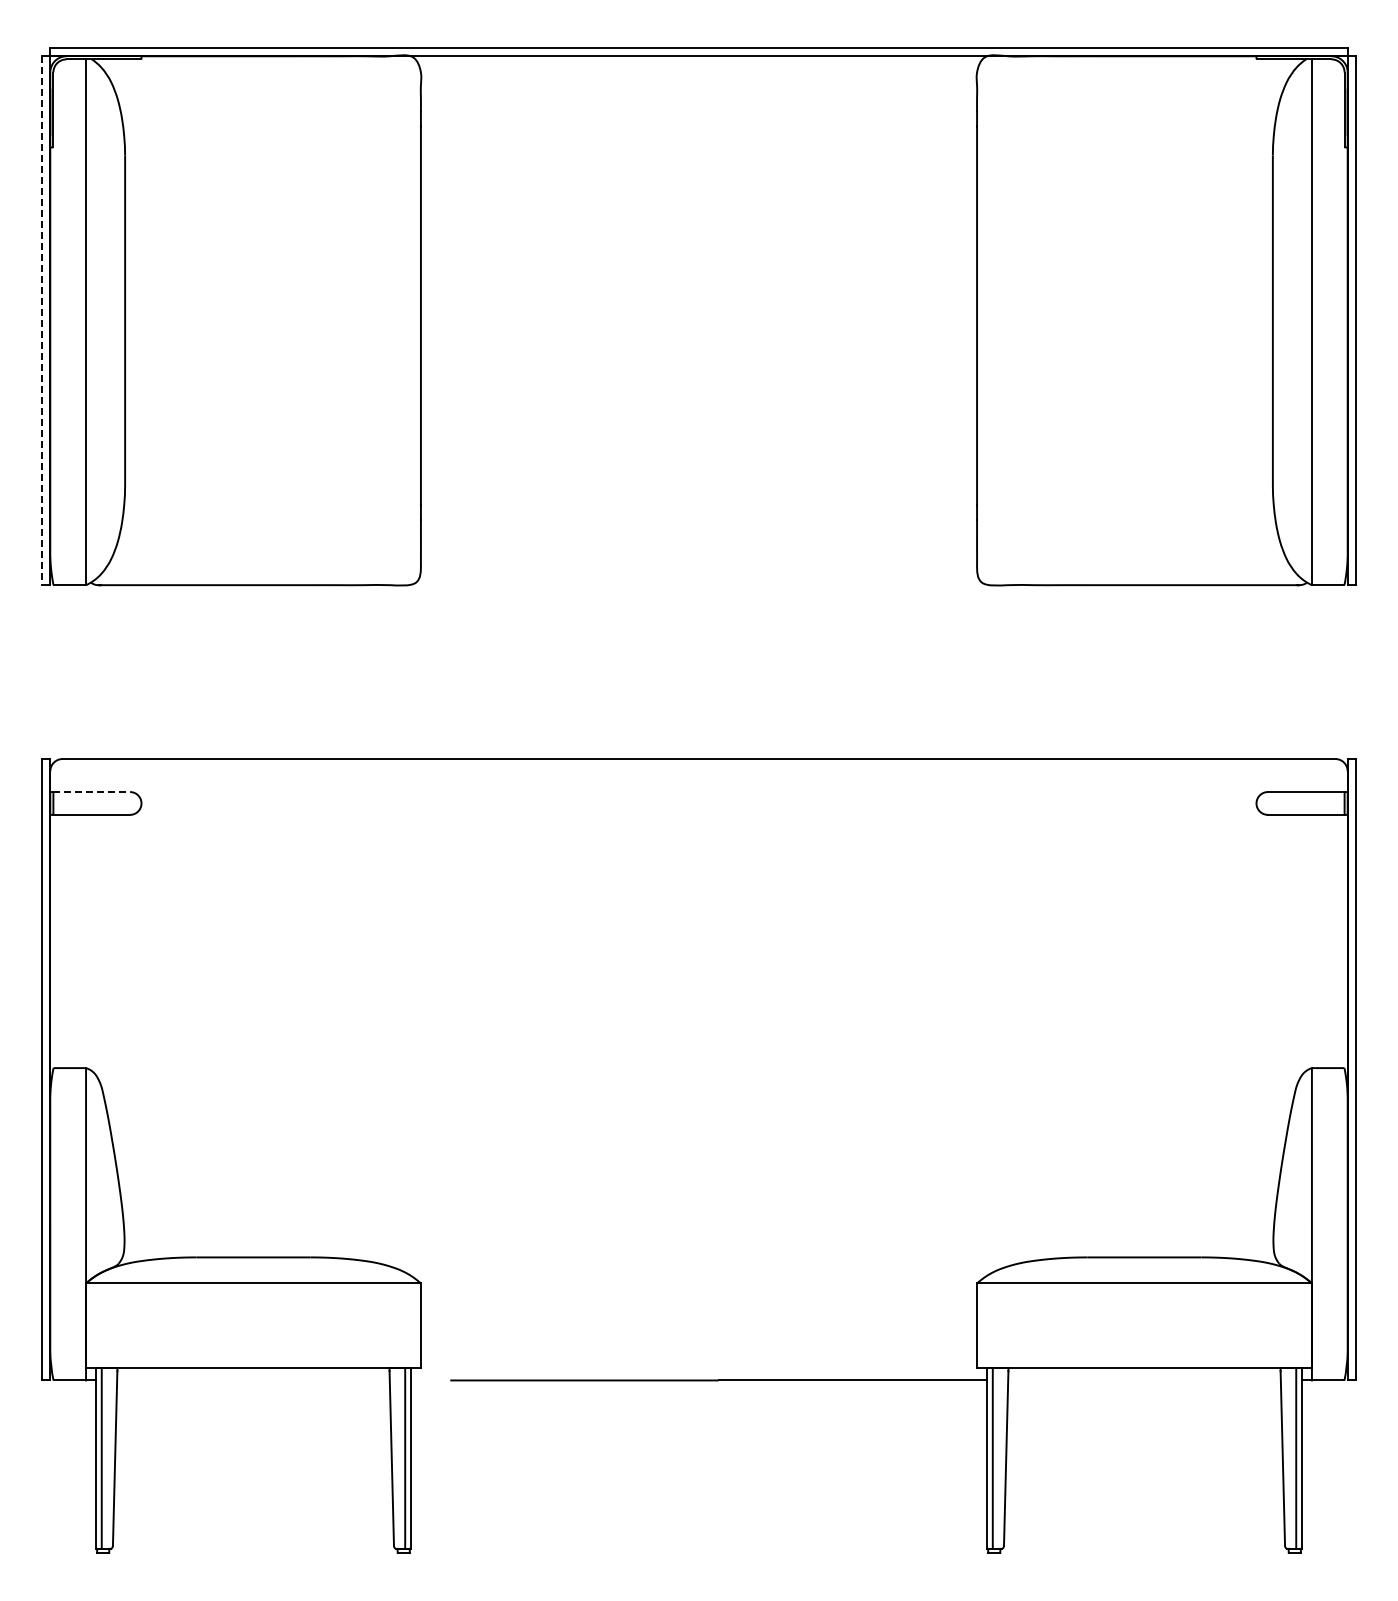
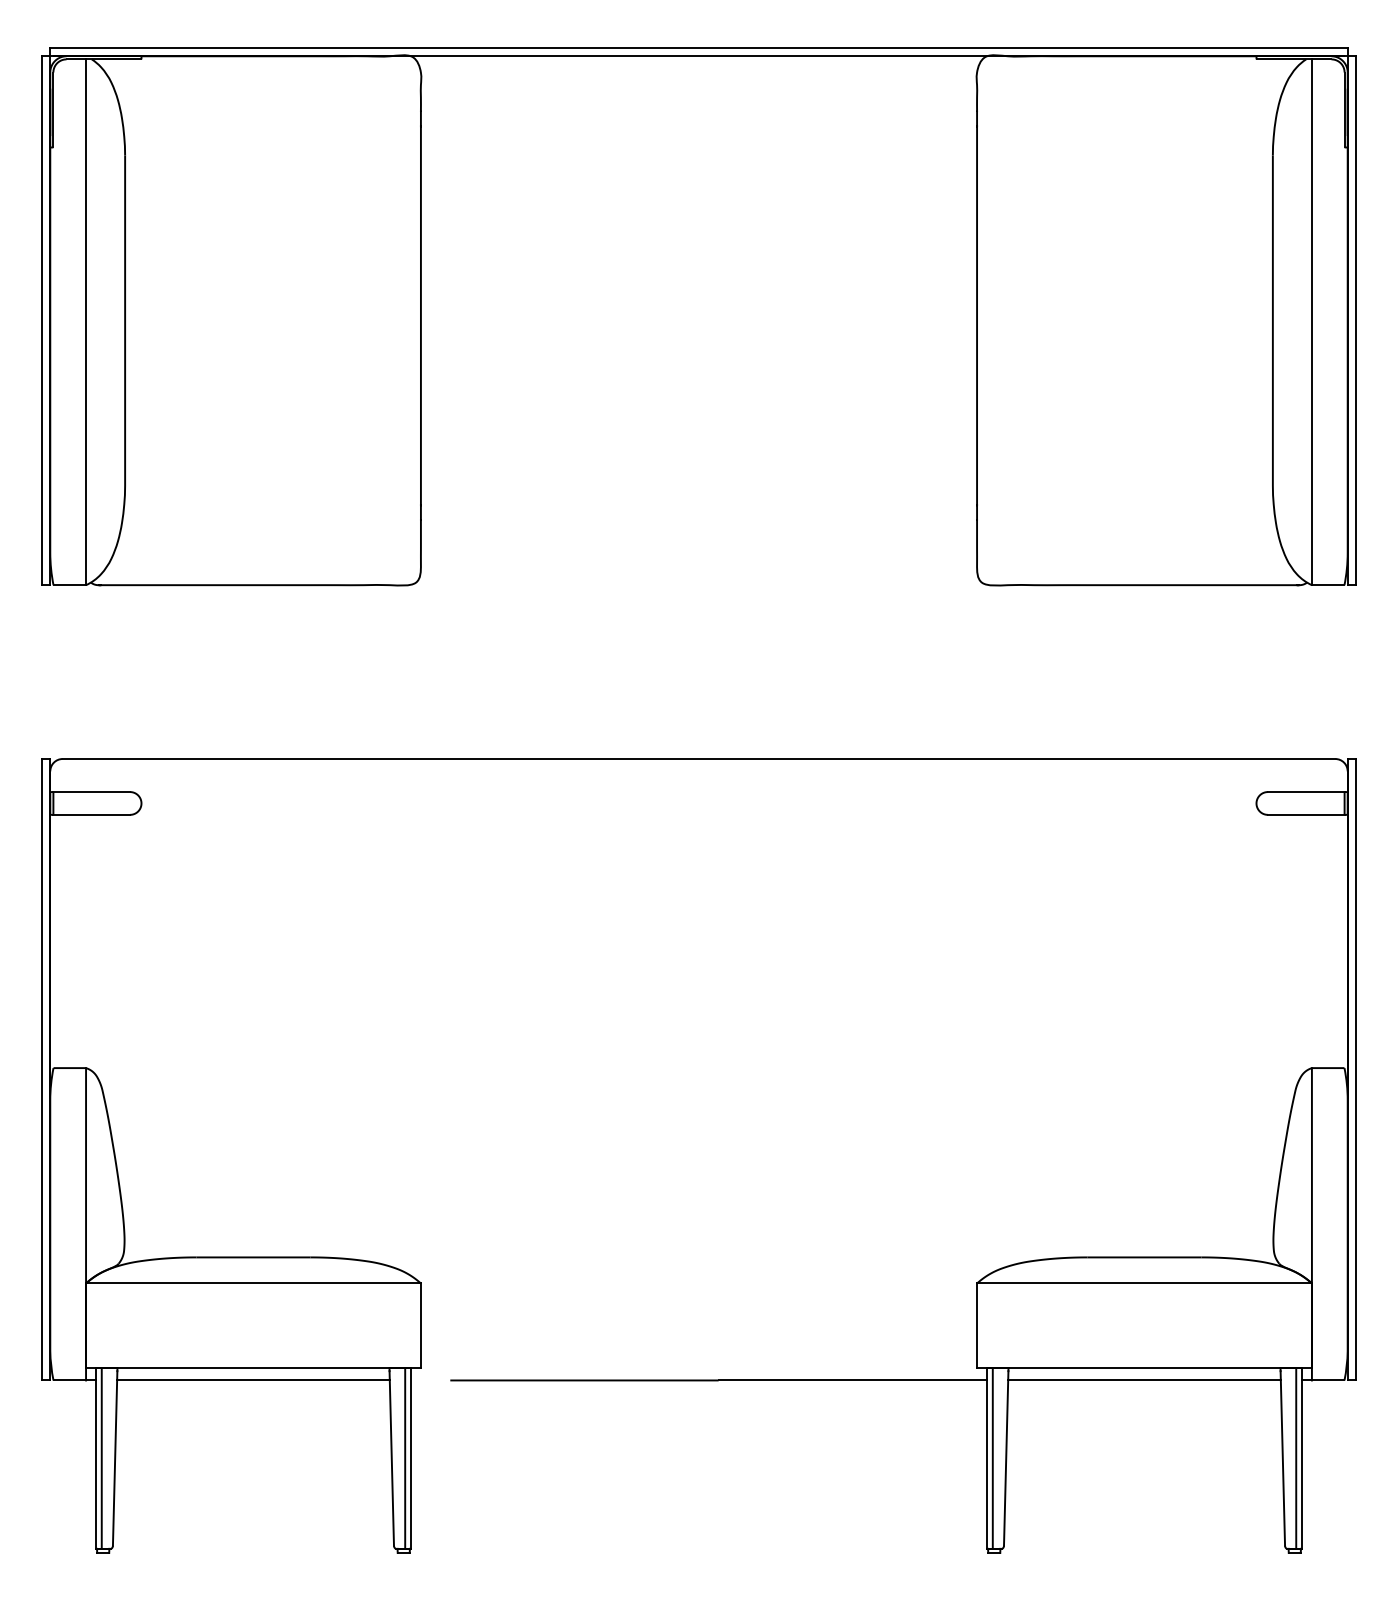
line at (42, 321): dashed -> solid
line at (92, 792): dashed -> solid
line at (253, 1380): none -> present
line at (1144, 1380): none -> present
